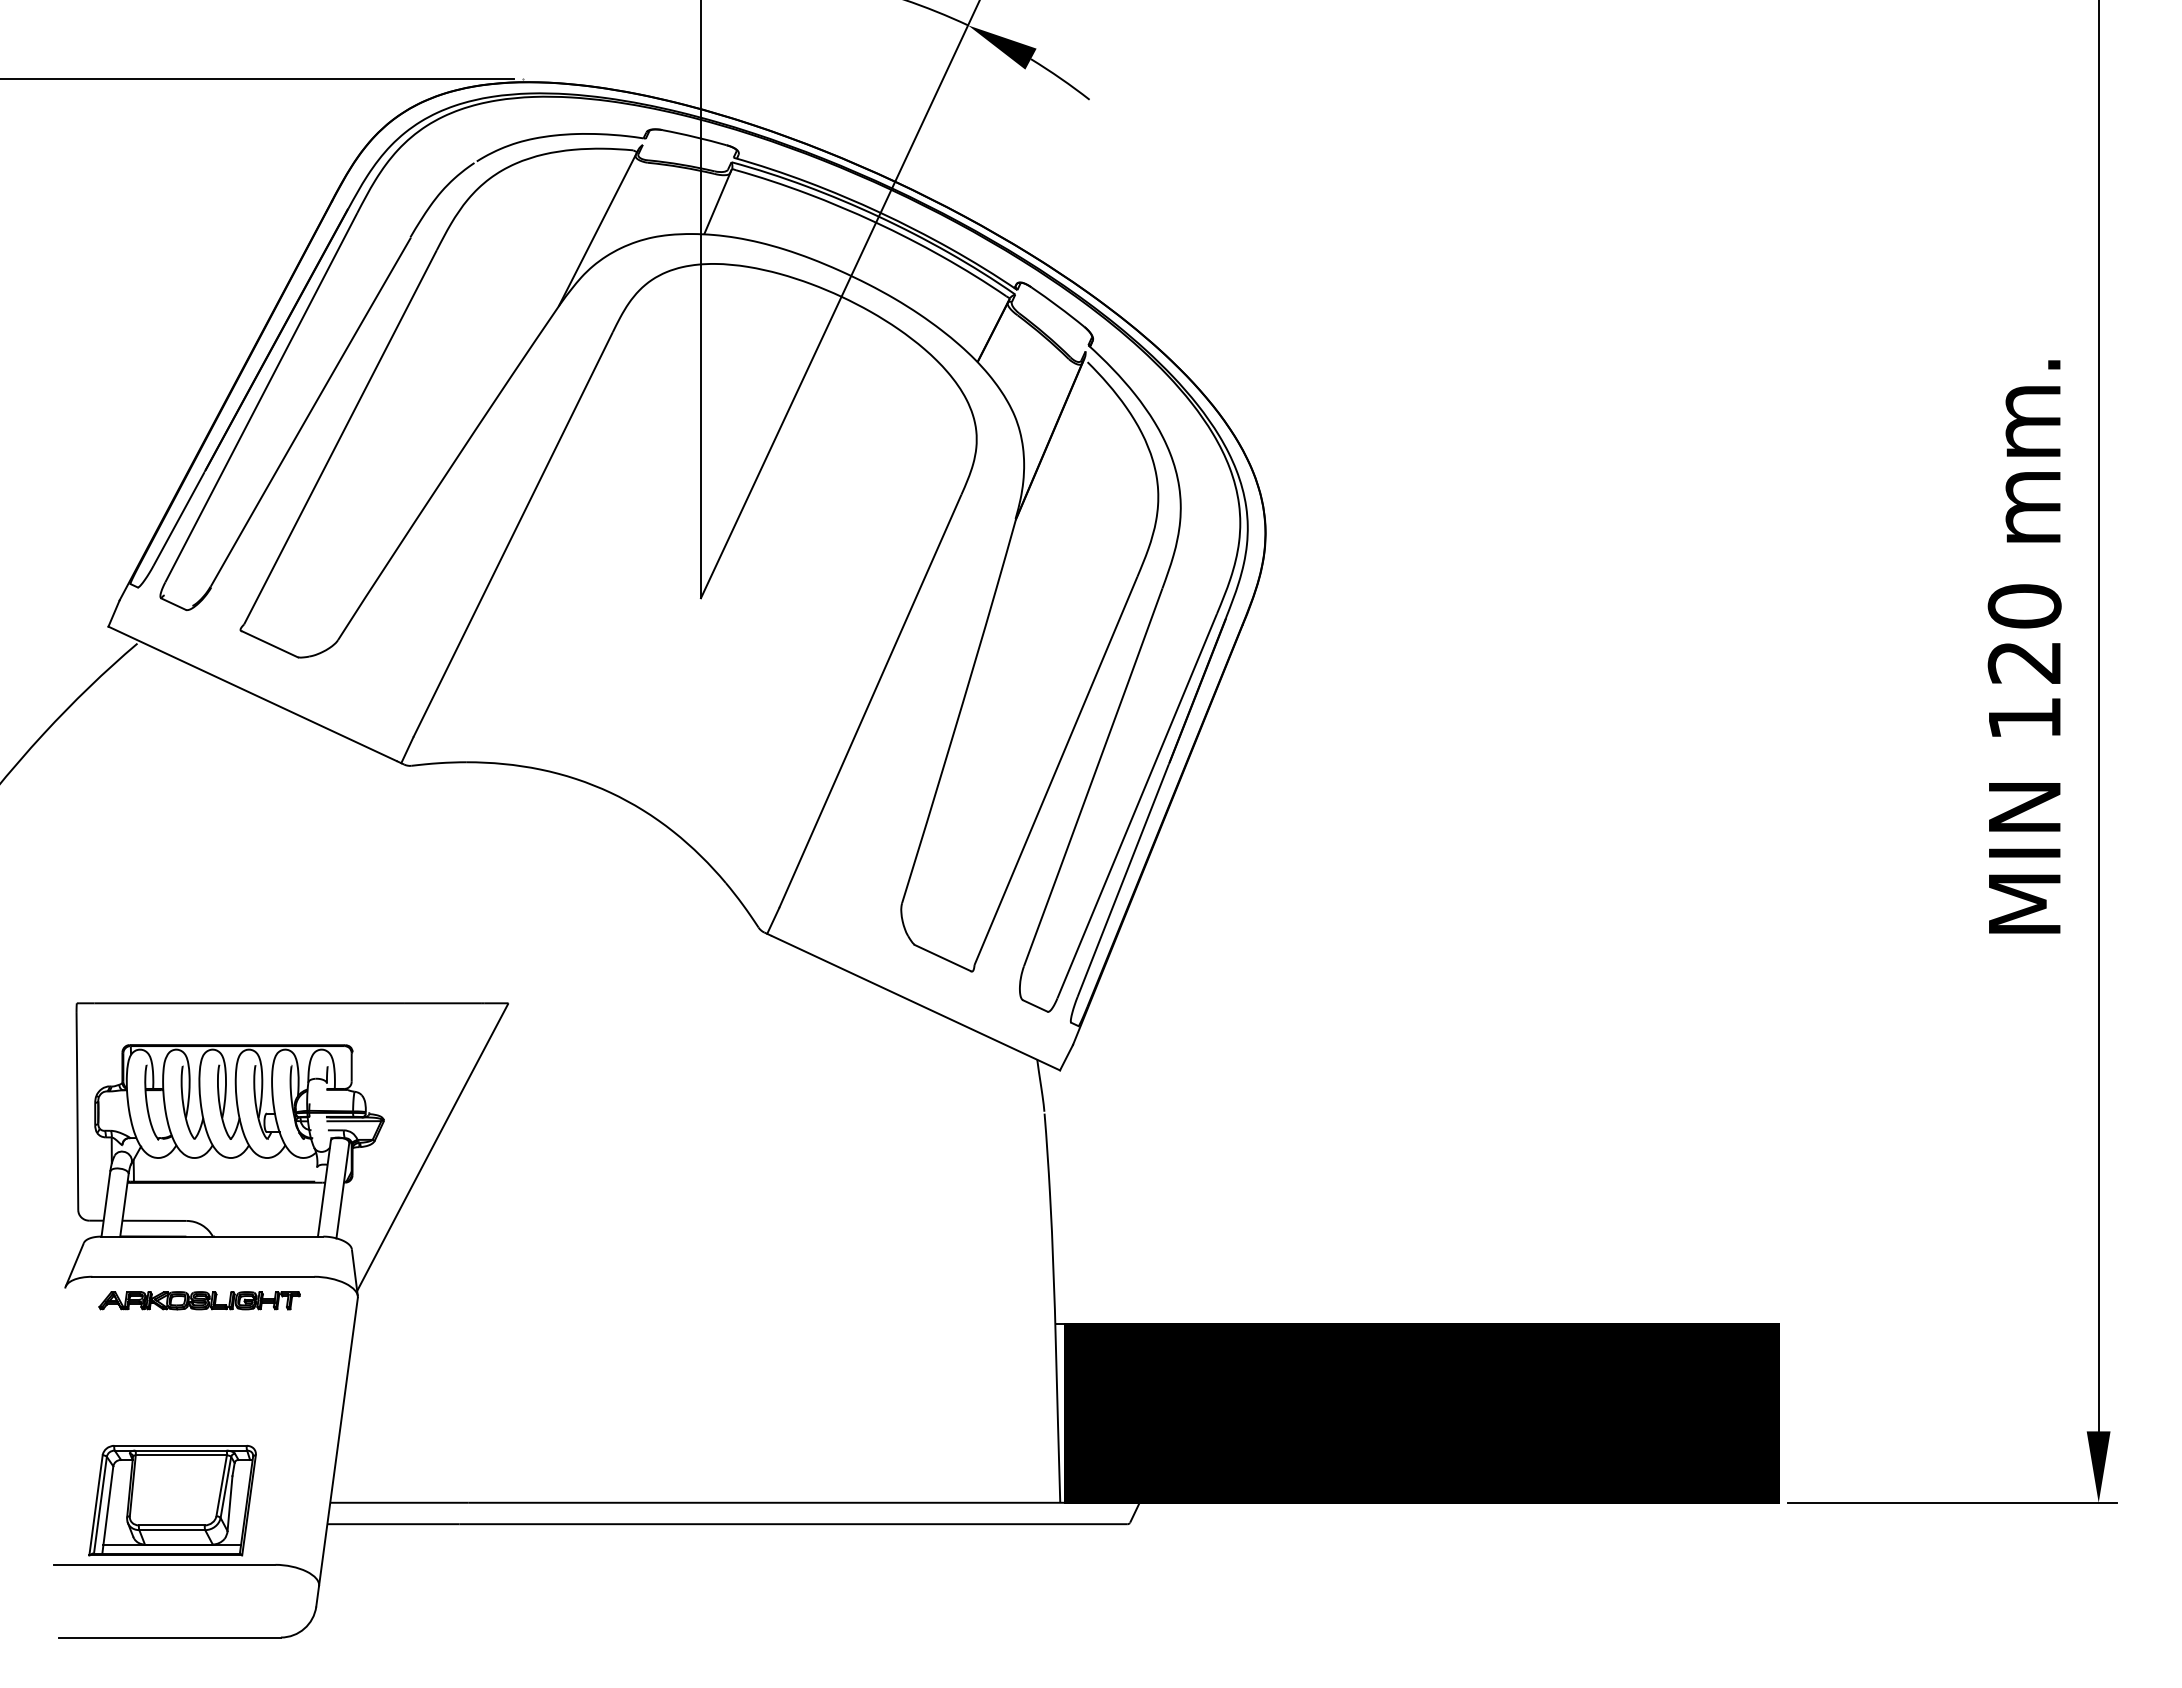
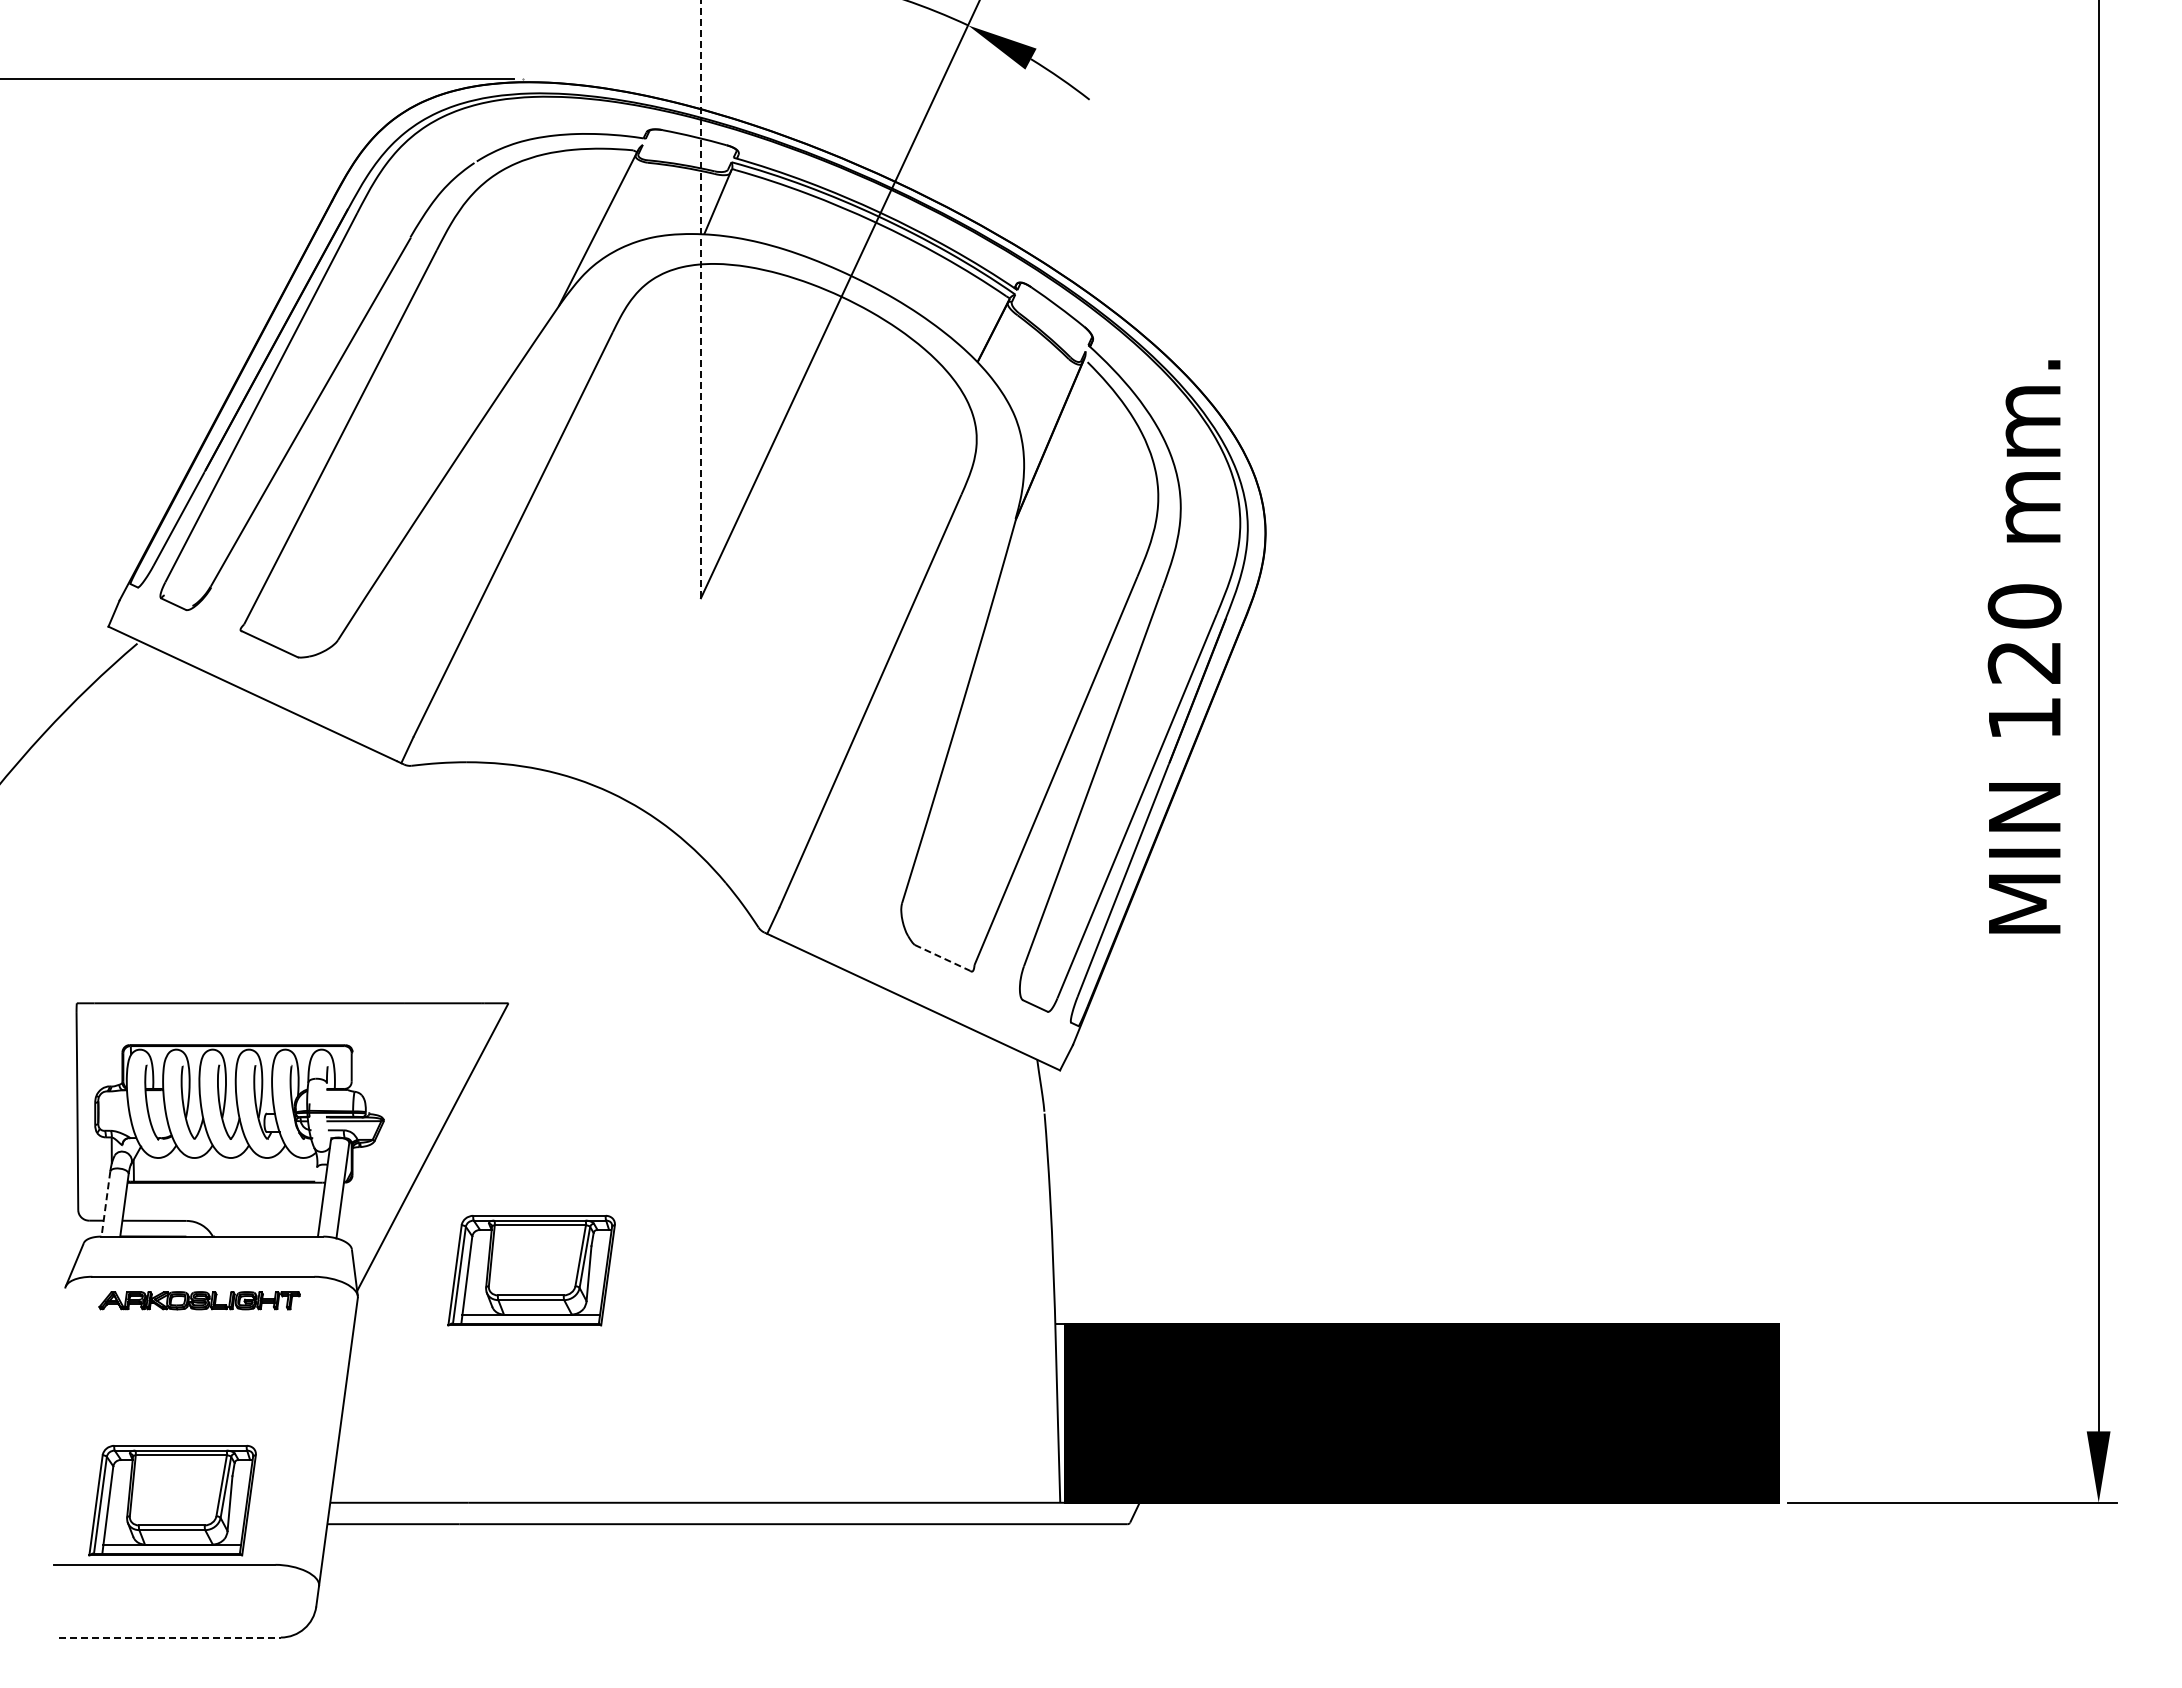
line at (700, 299): solid -> dashed
line at (942, 957): solid -> dashed
line at (105, 1204): solid -> dashed
part at (531, 1270): none -> present
line at (169, 1637): solid -> dashed
